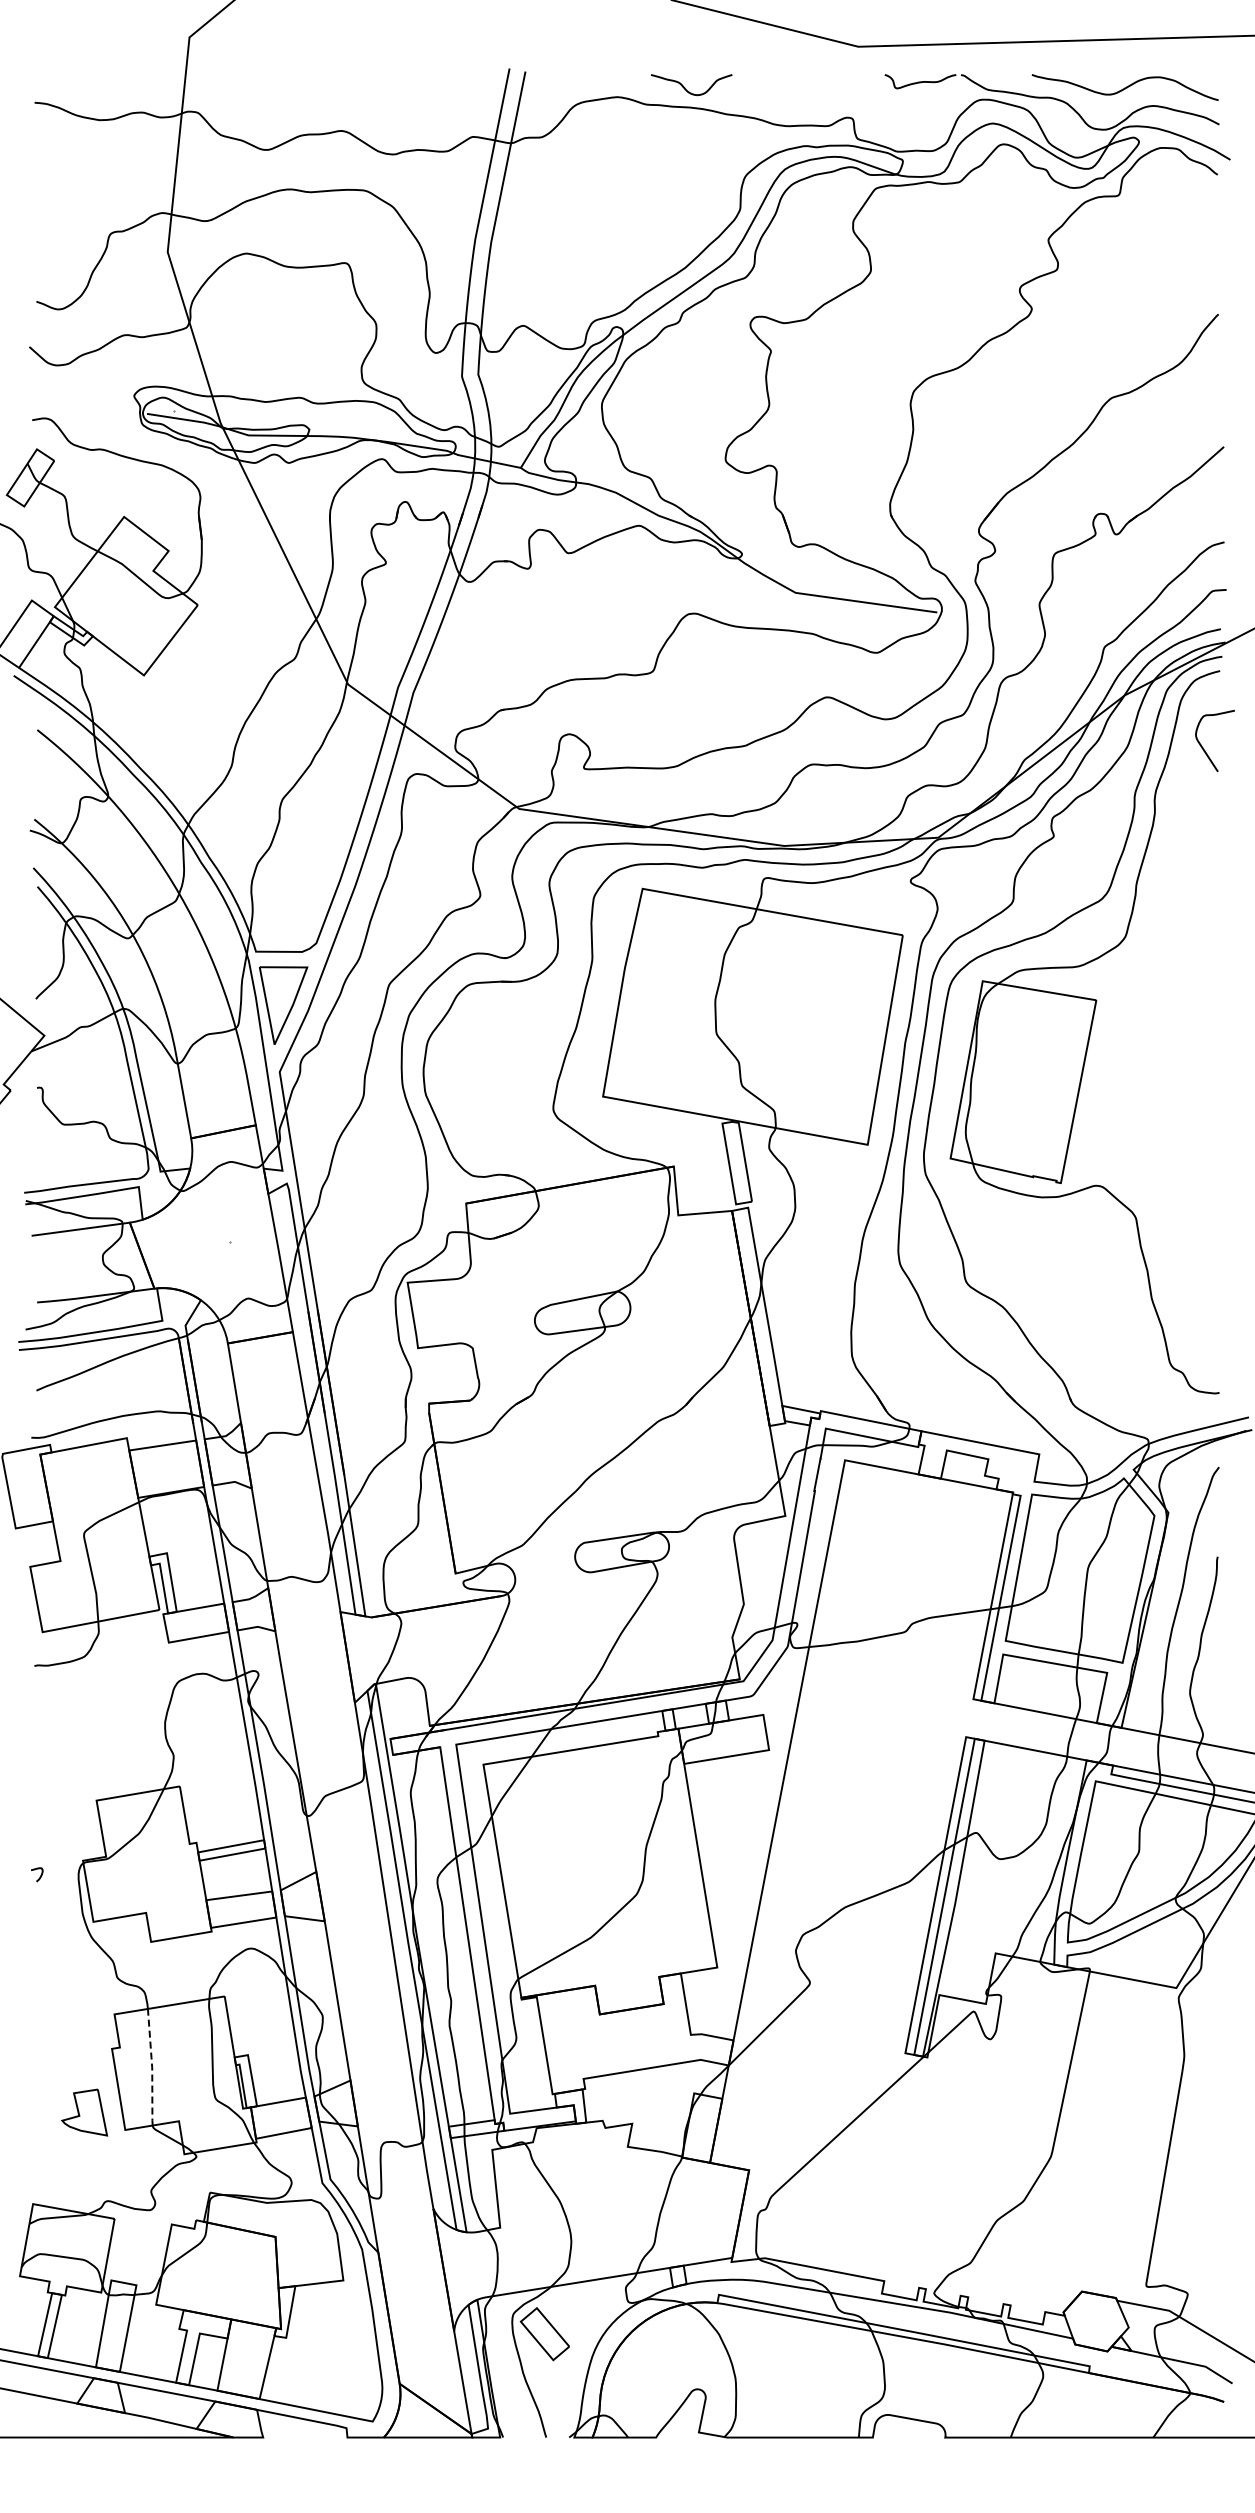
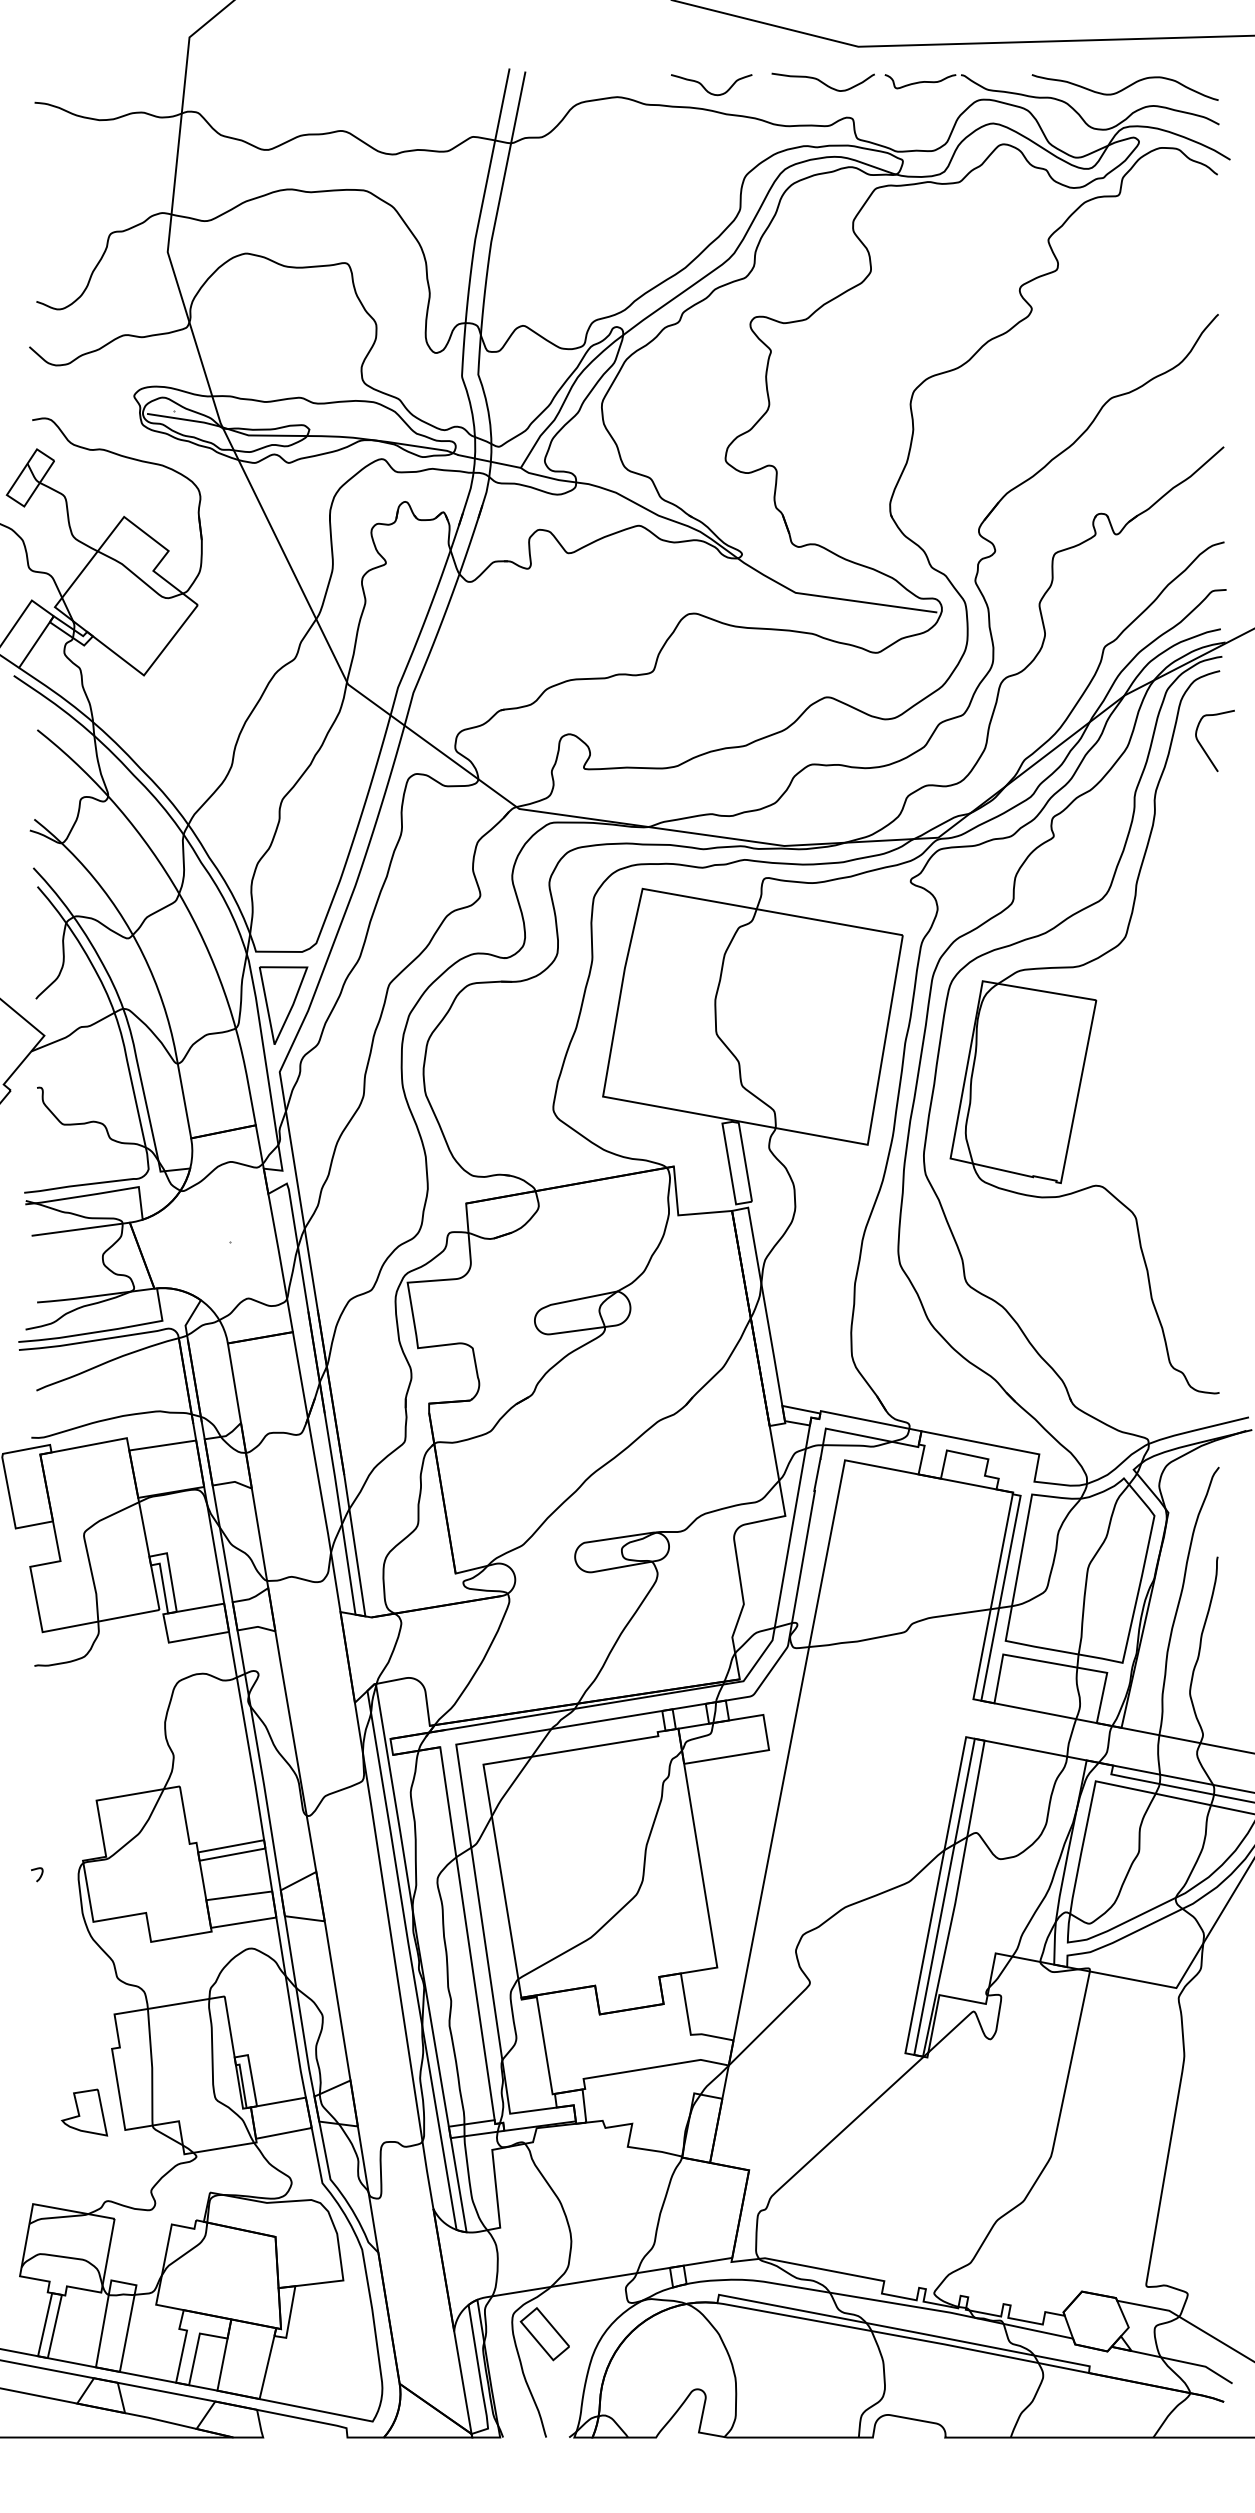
curve at (822, 81): none -> present
curve at (685, 87) position: (685, 87) -> (705, 87)
line at (152, 2067): dashed -> solid
